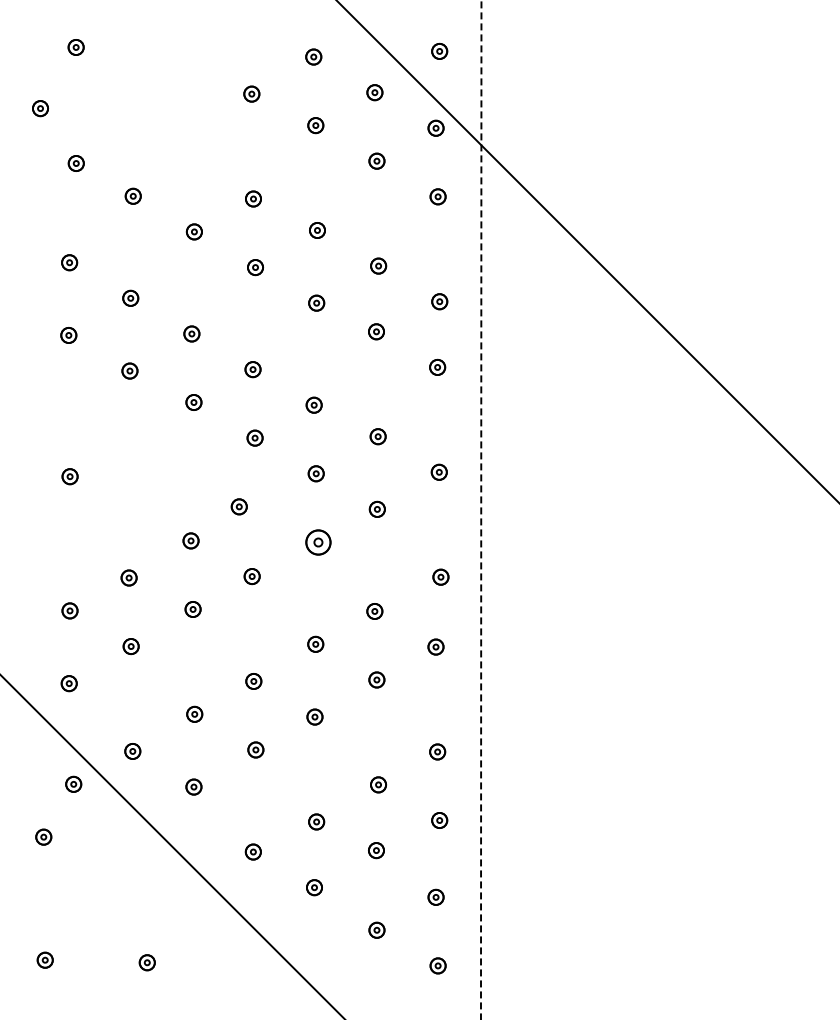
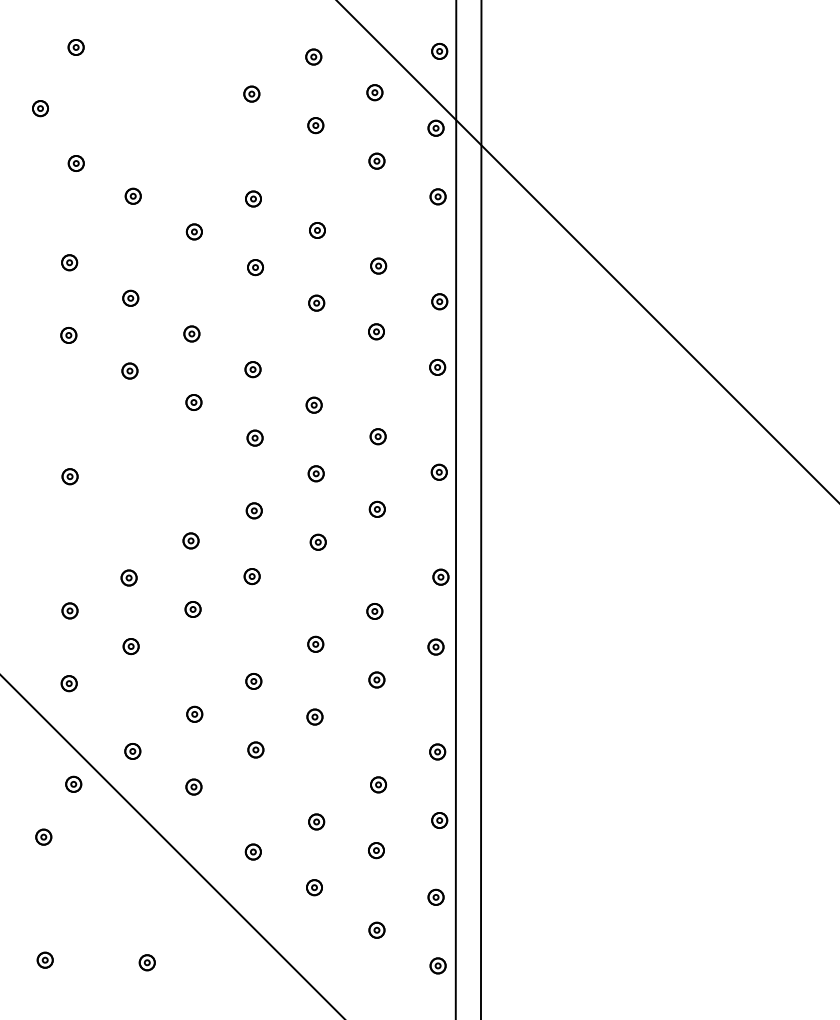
part at (238, 506) position: (238, 506) -> (253, 510)
line at (455, 509): none -> present
line at (481, 509): dashed -> solid
part at (318, 542) size: 27x27 px -> 18x18 px
